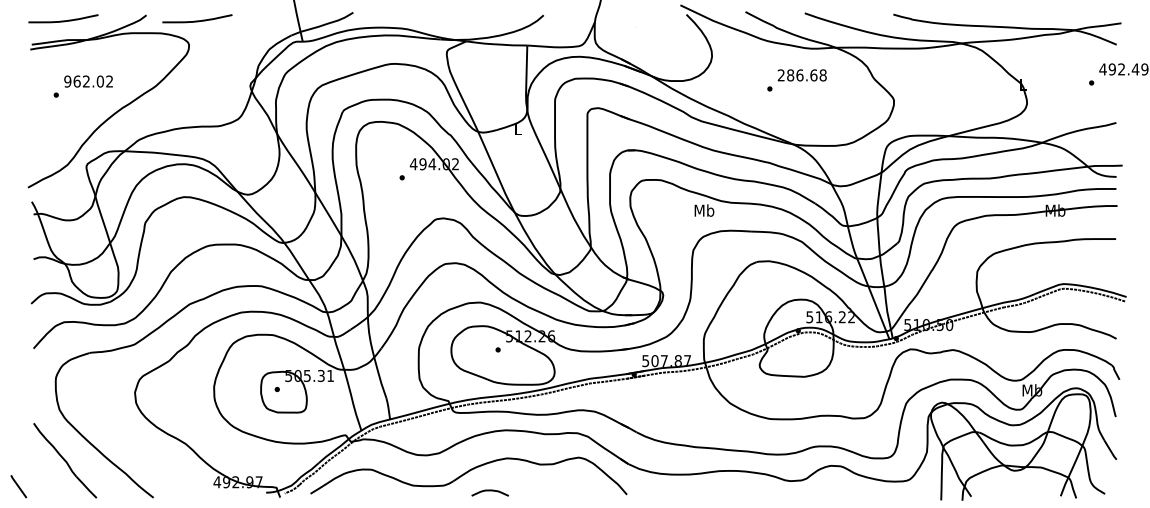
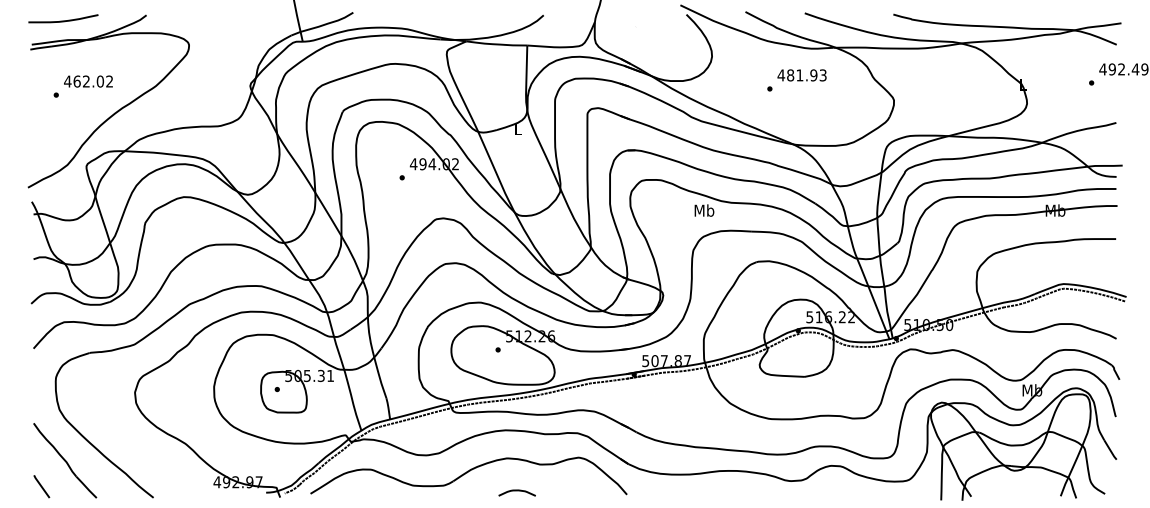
curve at (197, 20): present -> none
text at (801, 75): 286.68 -> 481.93
text at (67, 81): 962.02 -> 462.02
line at (18, 486) position: (18, 486) -> (41, 486)
curve at (489, 491) position: (489, 491) -> (516, 491)
